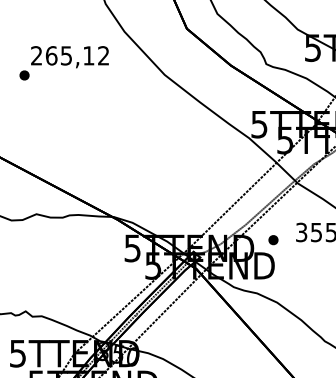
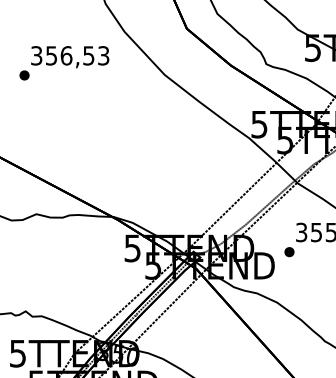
text at (70, 55): 265,12 -> 356,53
part at (273, 240) position: (273, 240) -> (289, 252)
